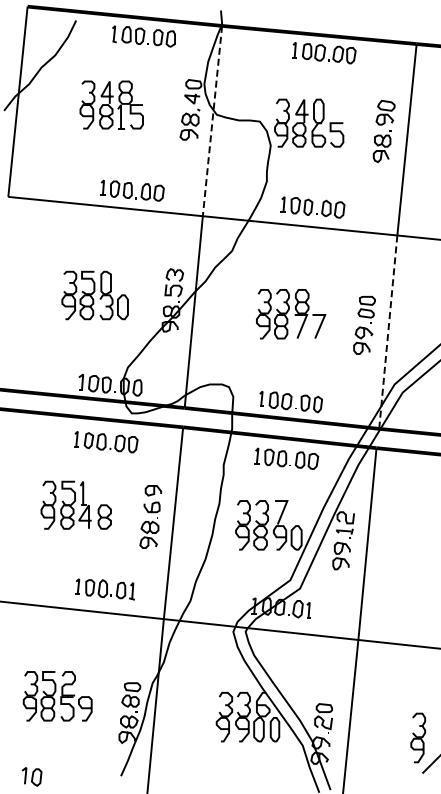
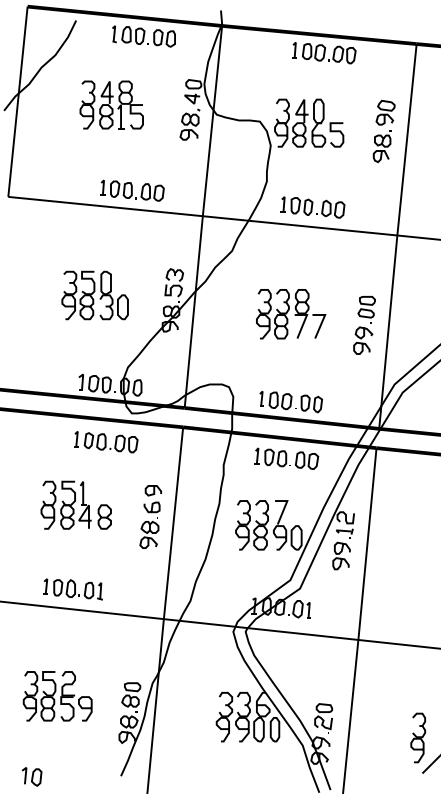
line at (212, 121): dashed -> solid
line at (388, 332): dashed -> solid
part at (104, 589) position: (104, 589) -> (72, 589)
